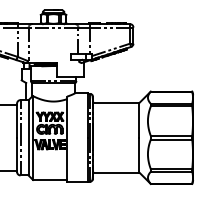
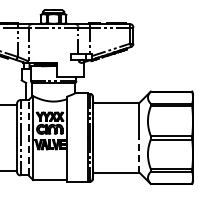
line at (28, 137): solid -> dashed
line at (139, 154): solid -> dashed
